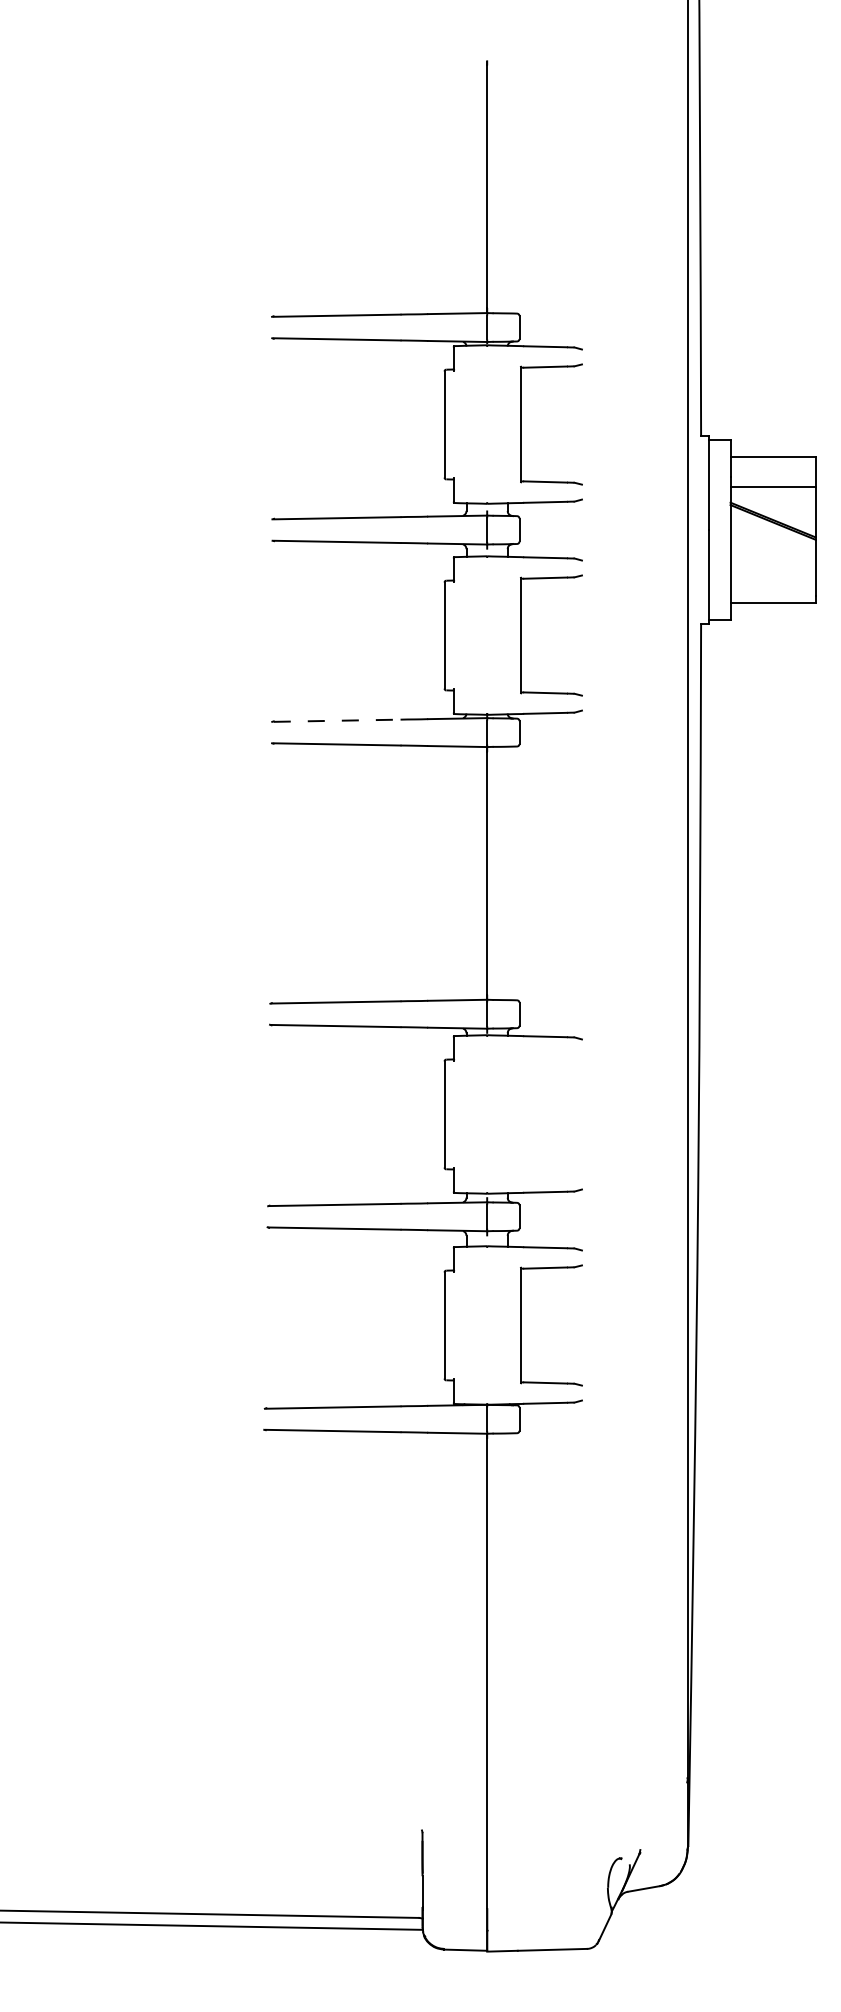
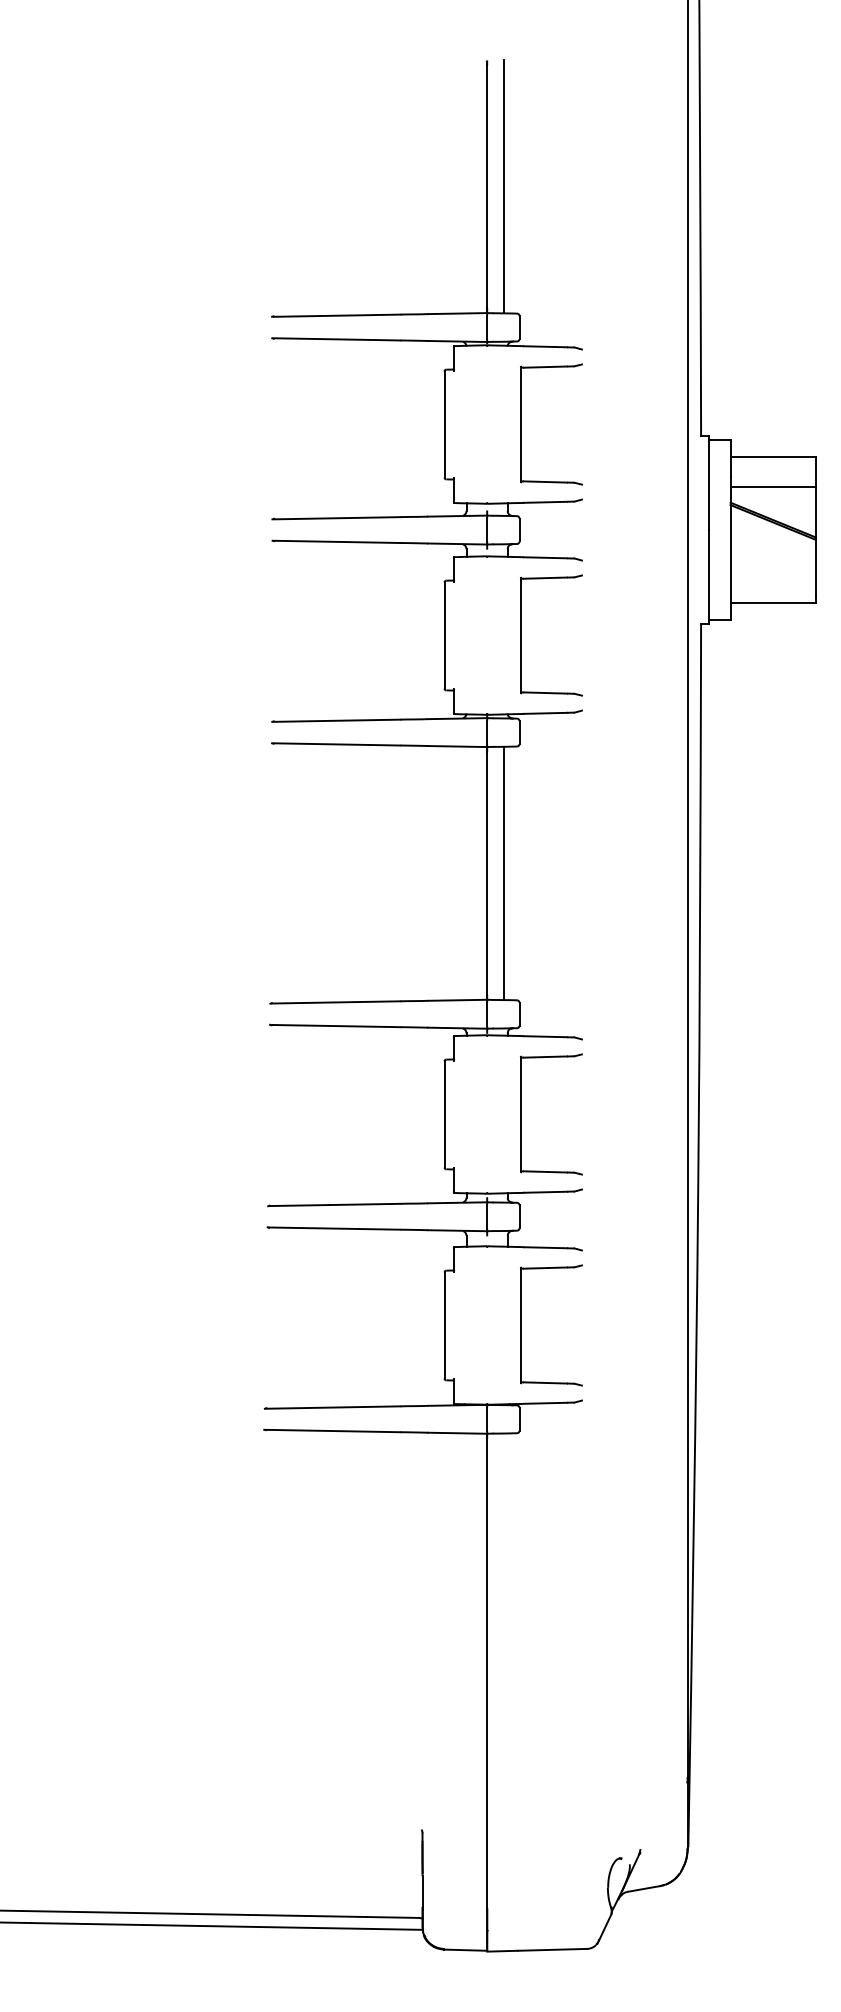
line at (503, 186): none -> present
line at (337, 720): dashed -> solid
line at (503, 873): none -> present
part at (521, 1114): none -> present
